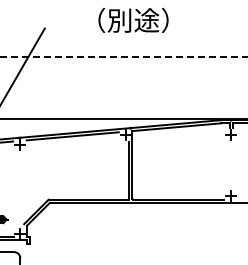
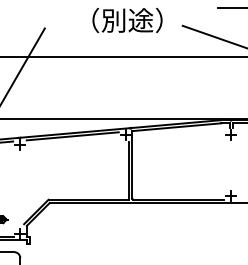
line at (231, 7): none -> present
text at (133, 20) position: (133, 20) -> (127, 20)
line at (213, 36): none -> present
line at (123, 57): dashed -> solid
